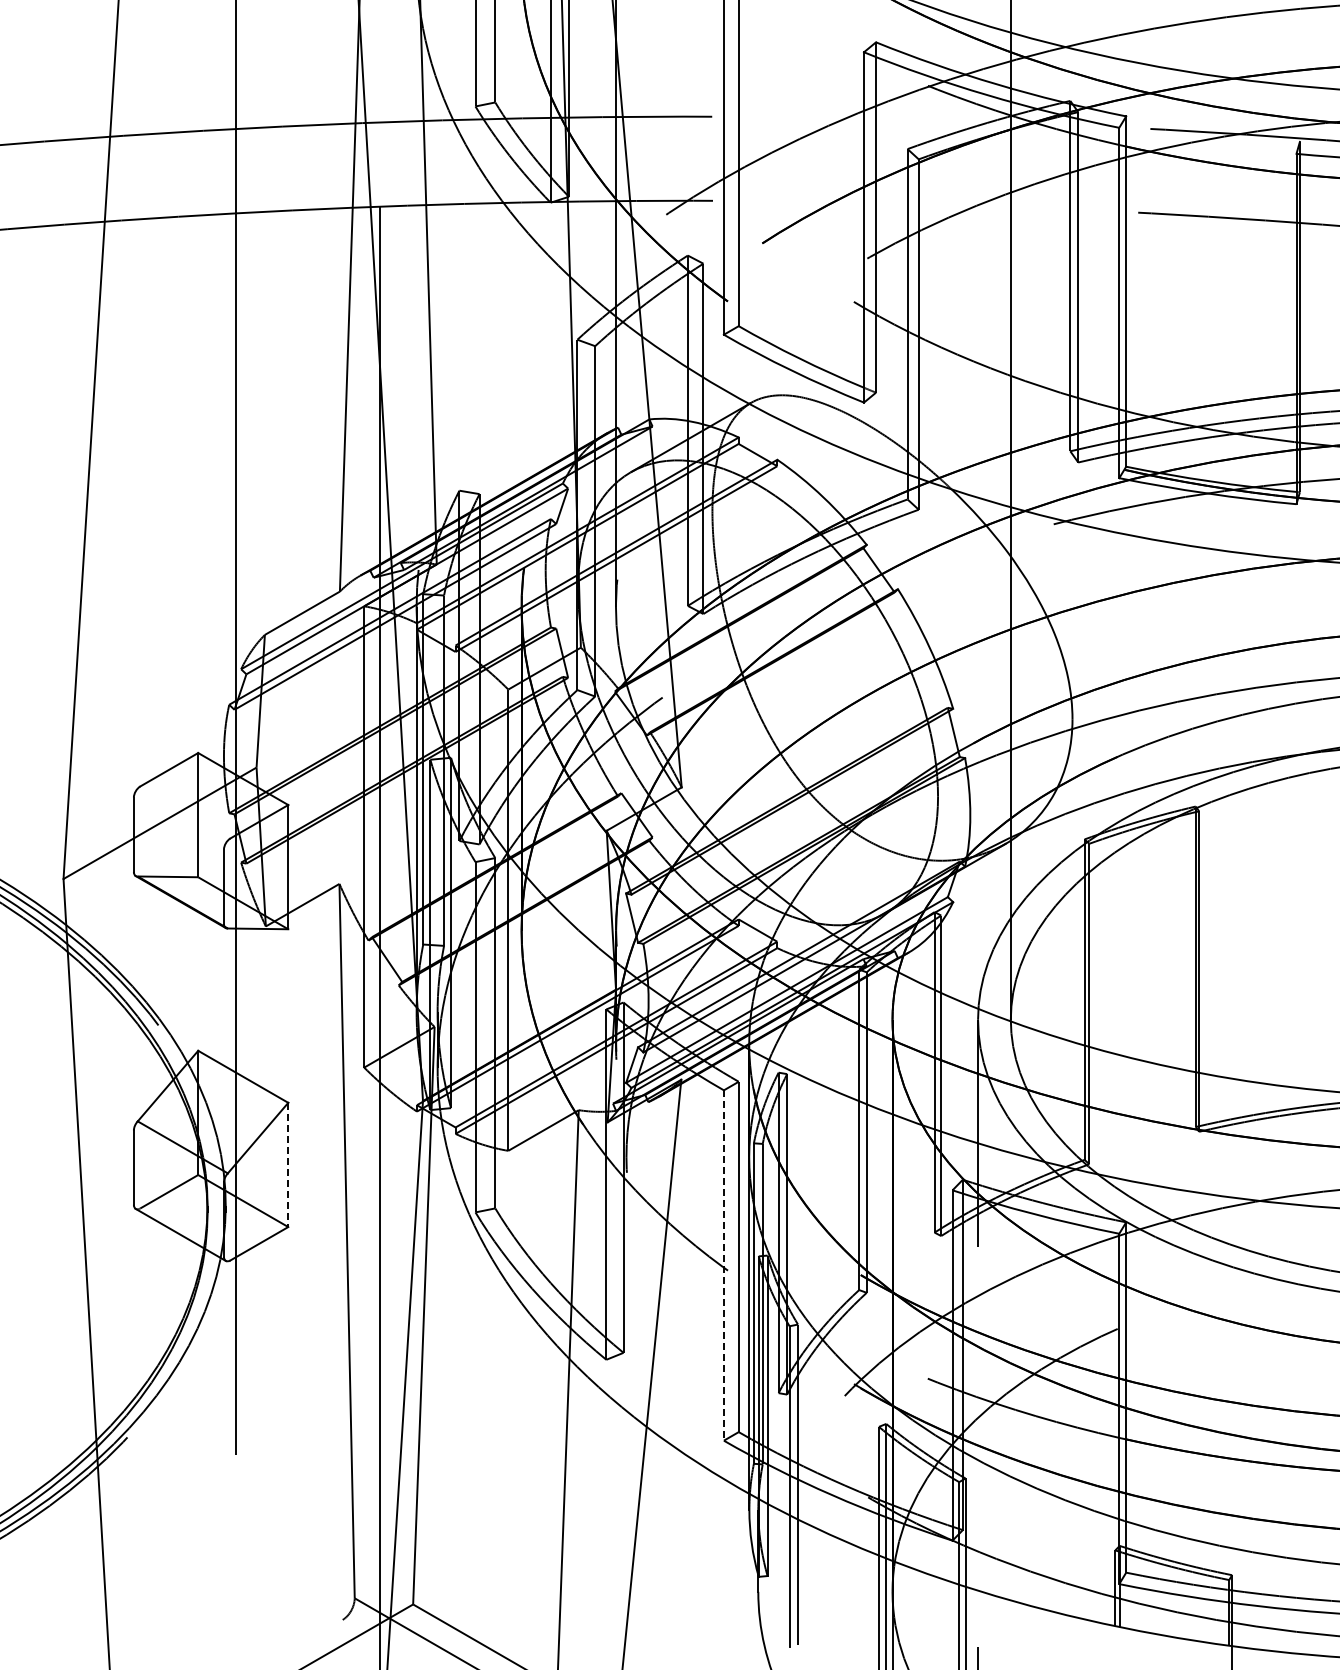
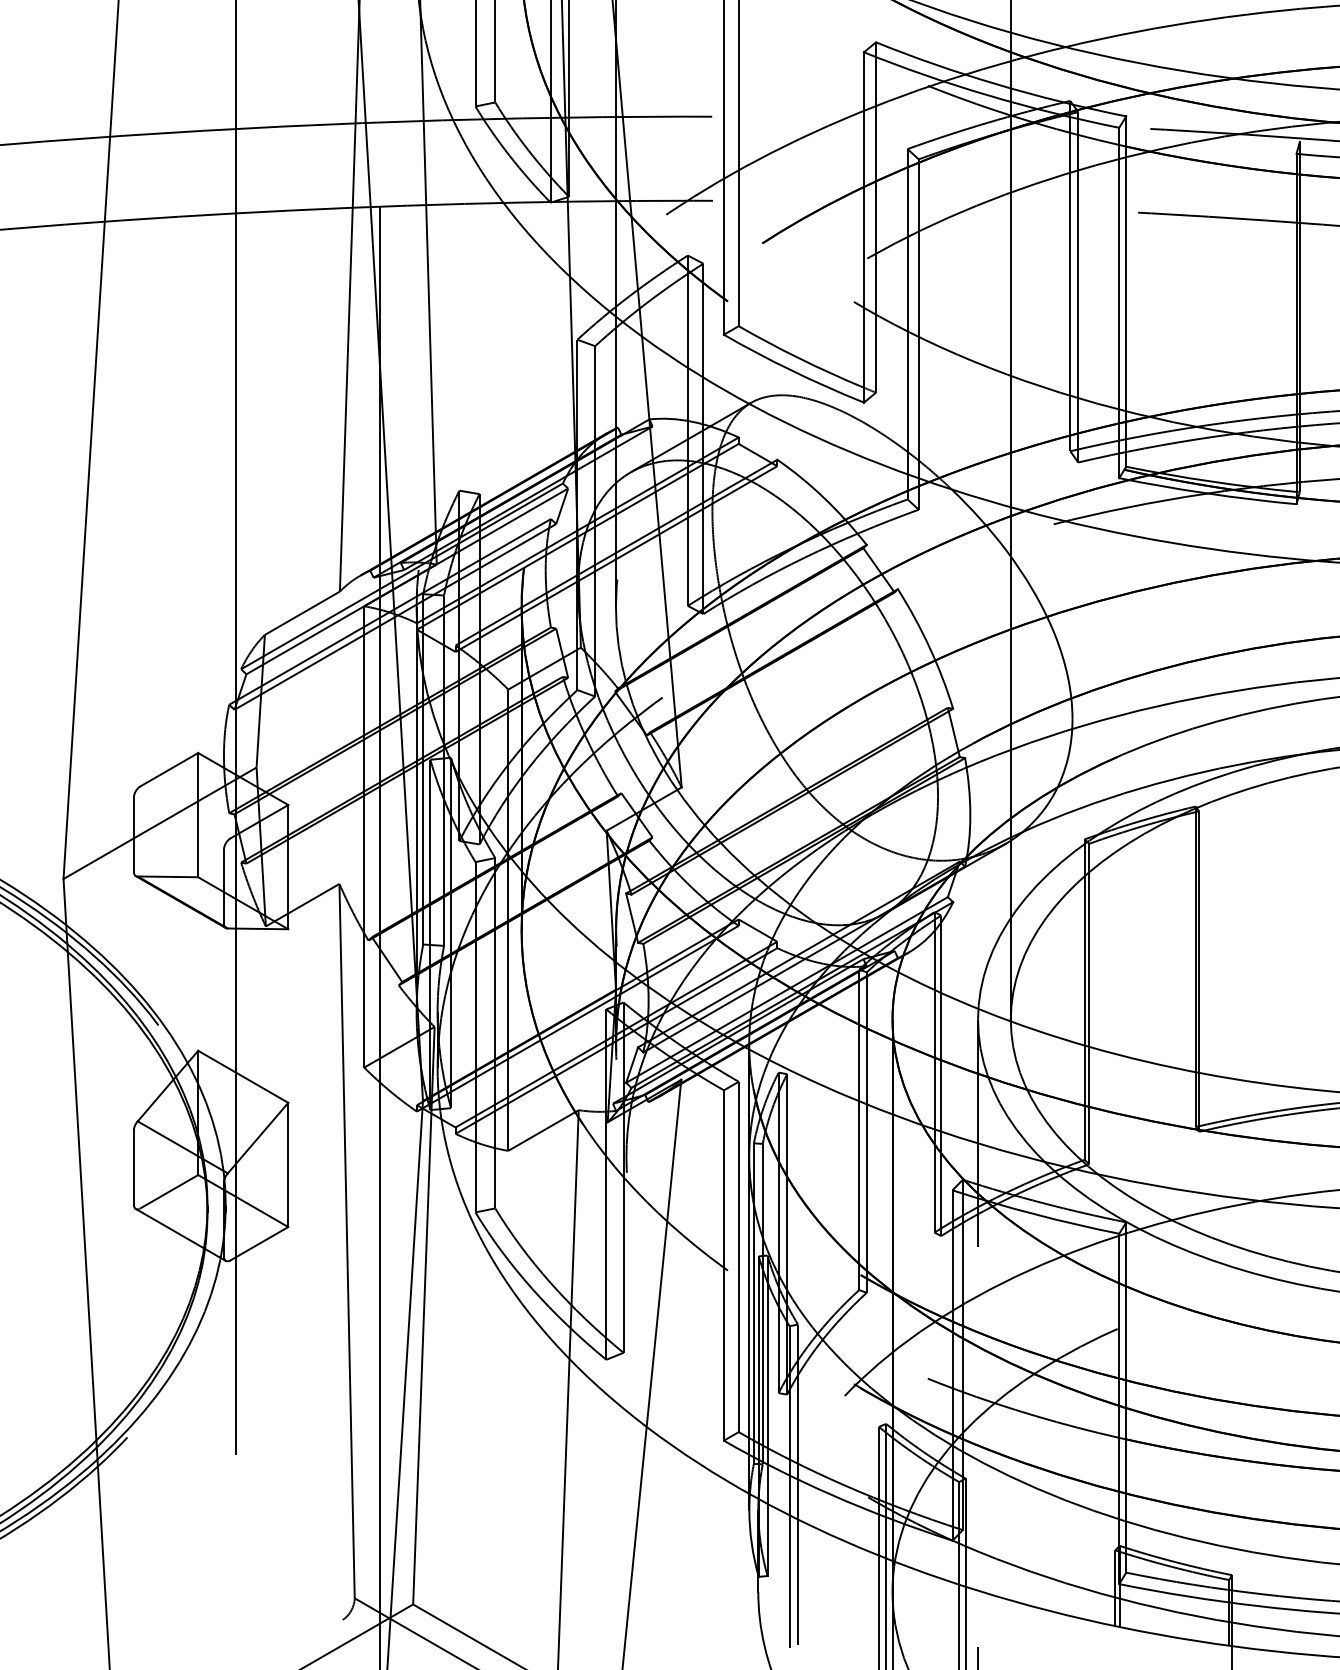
line at (288, 1165): dashed -> solid
line at (723, 1266): dashed -> solid
